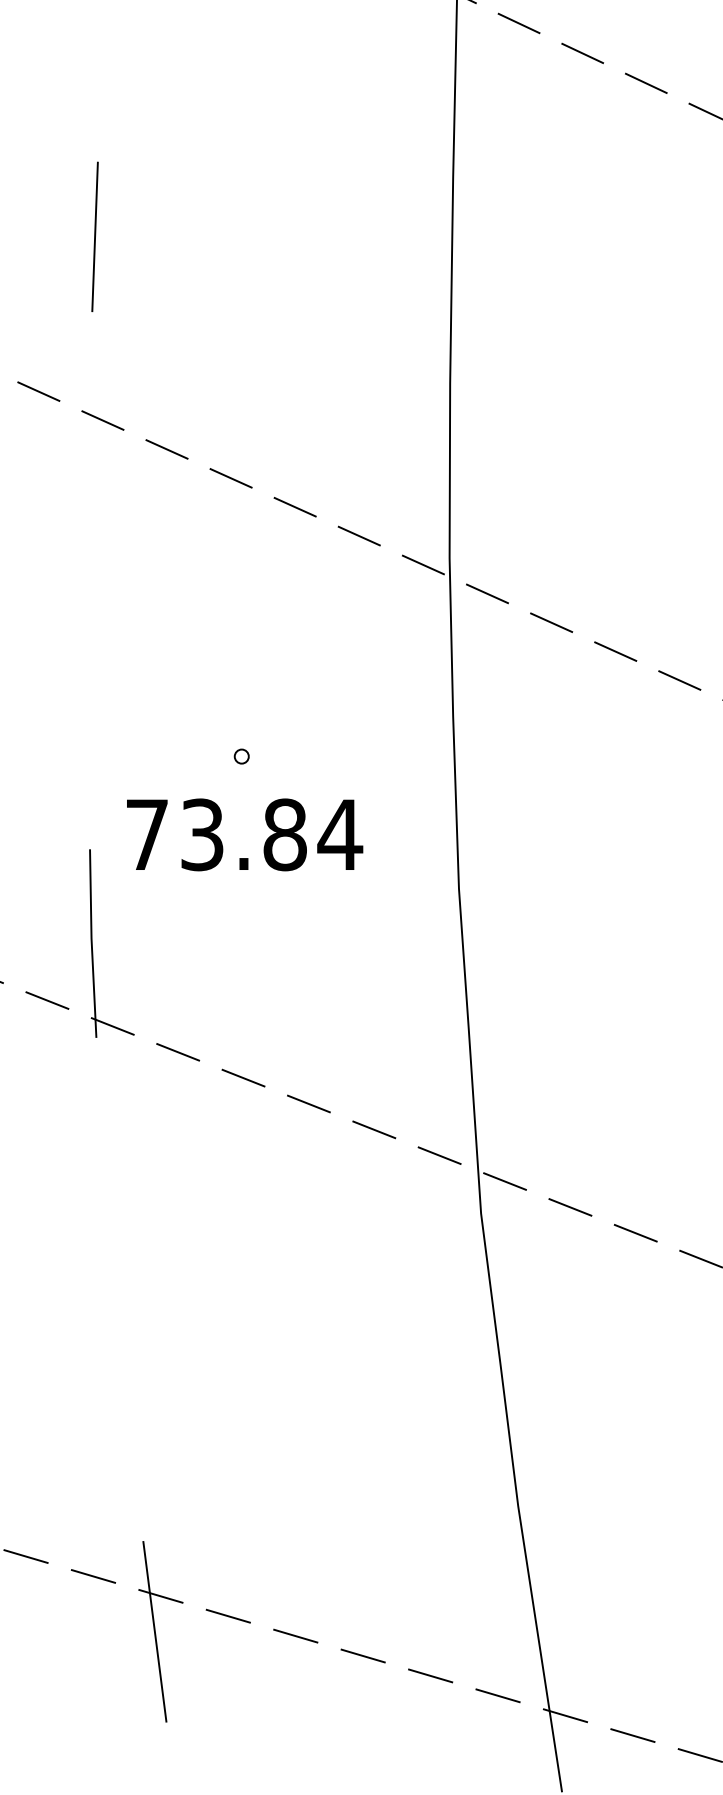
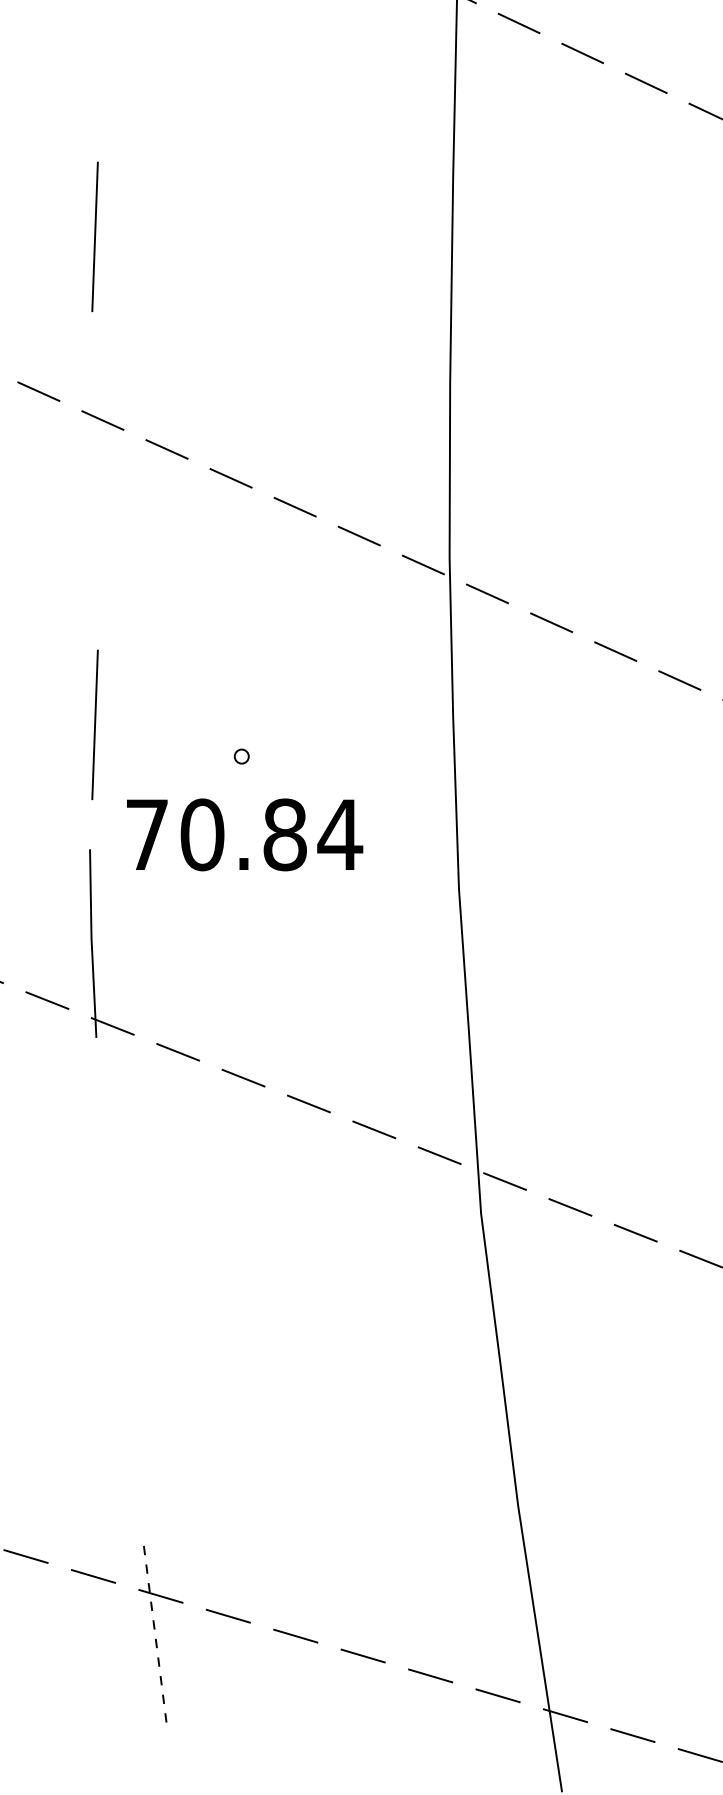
line at (94, 724): none -> present
text at (202, 834): 73.84 -> 70.84
line at (154, 1631): solid -> dashed
